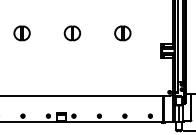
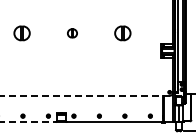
part at (72, 33) size: 19x17 px -> 11x11 px
line at (84, 95): solid -> dashed
line at (28, 122): solid -> dashed
